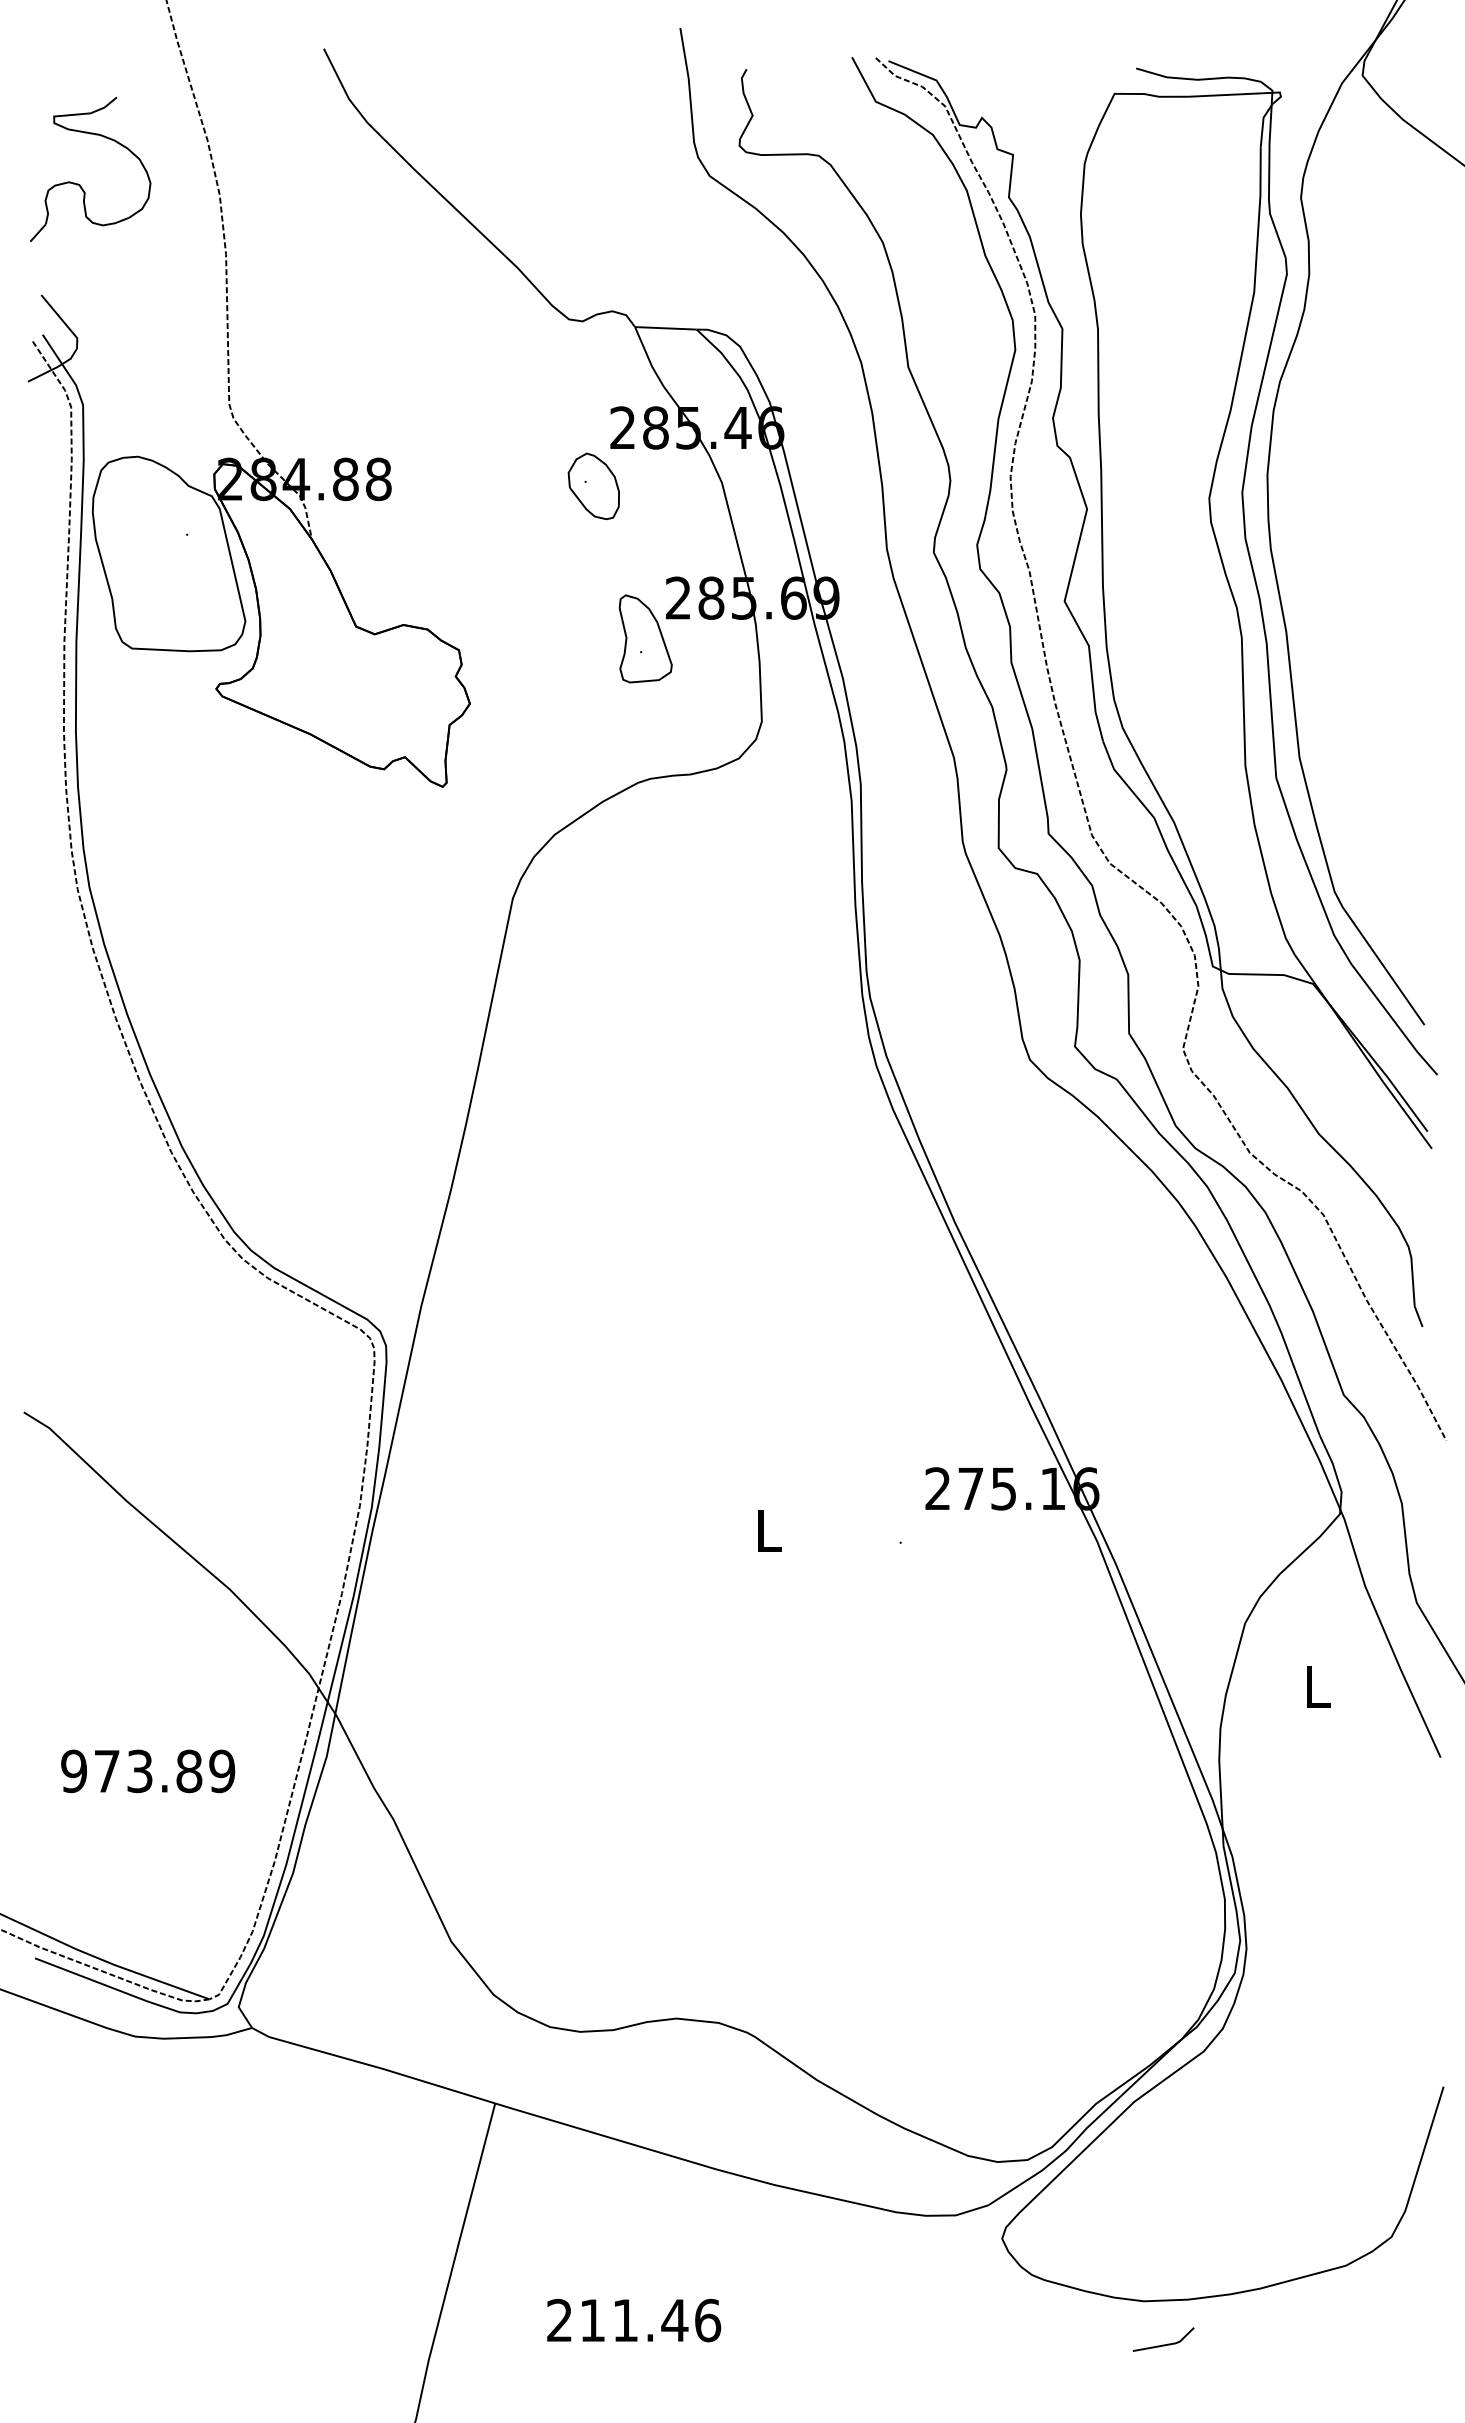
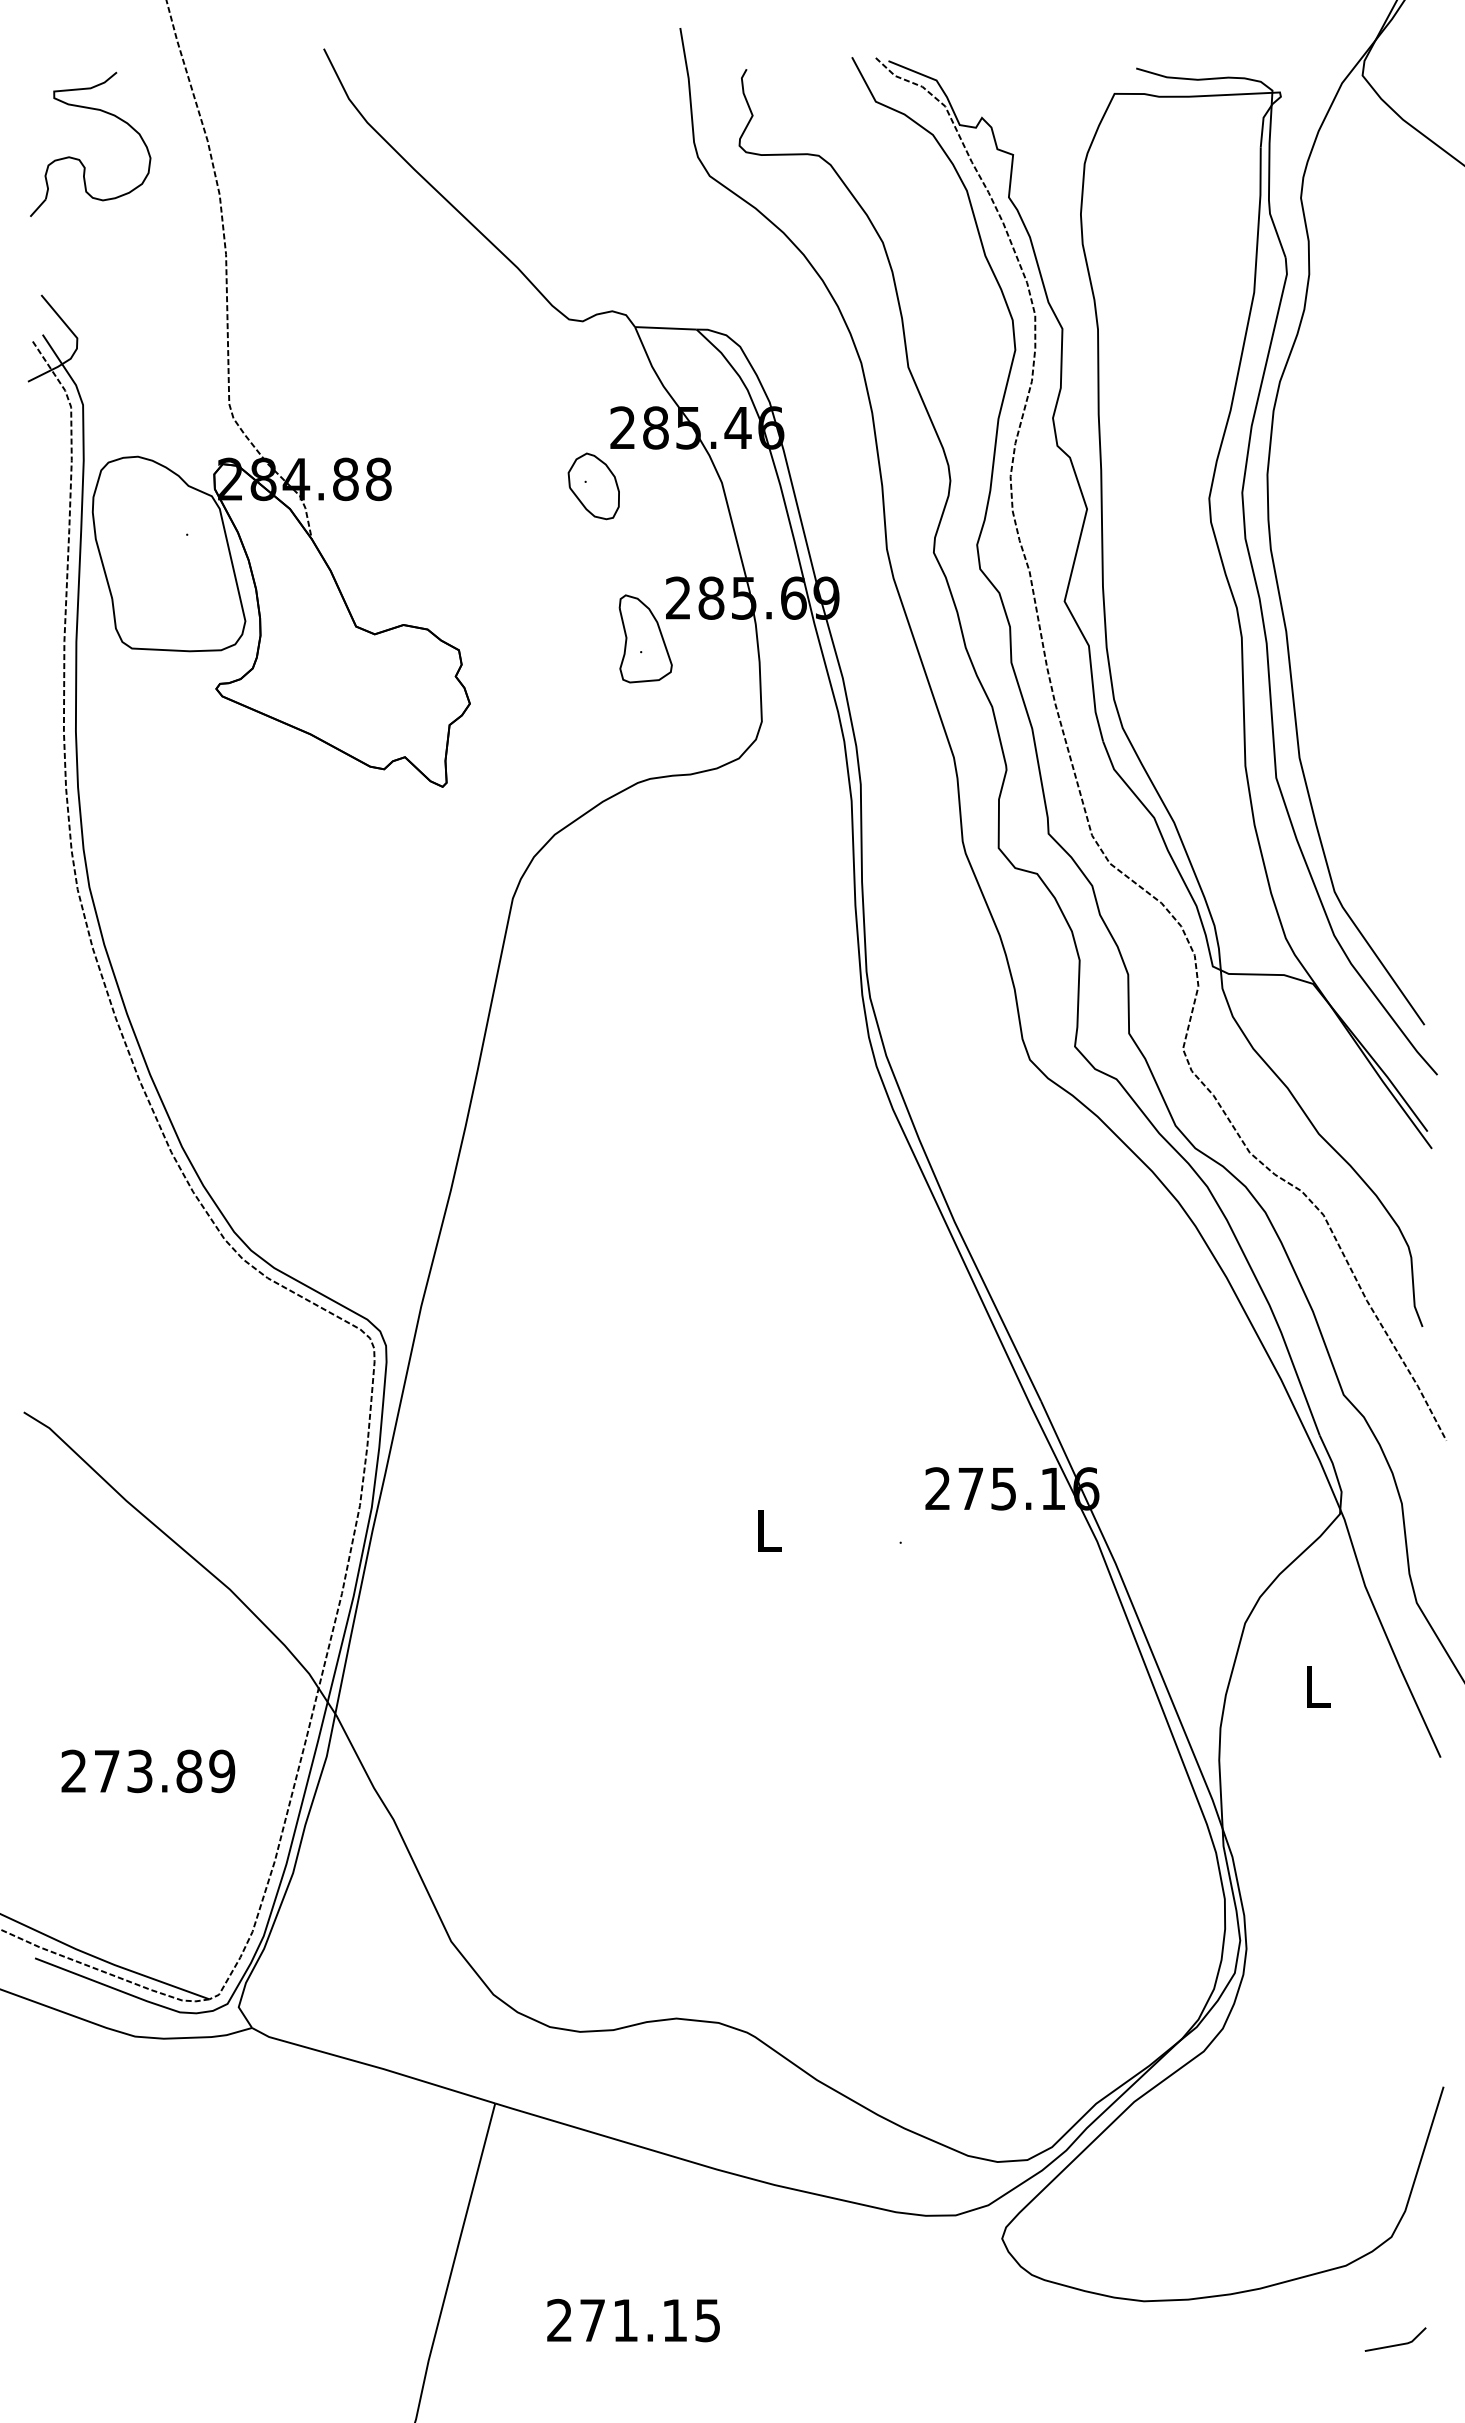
part at (80, 184) position: (80, 184) -> (80, 159)
text at (74, 1771): 973.89 -> 273.89
text at (650, 2320): 211.46 -> 271.15
line at (1163, 2344) position: (1163, 2344) -> (1395, 2344)
